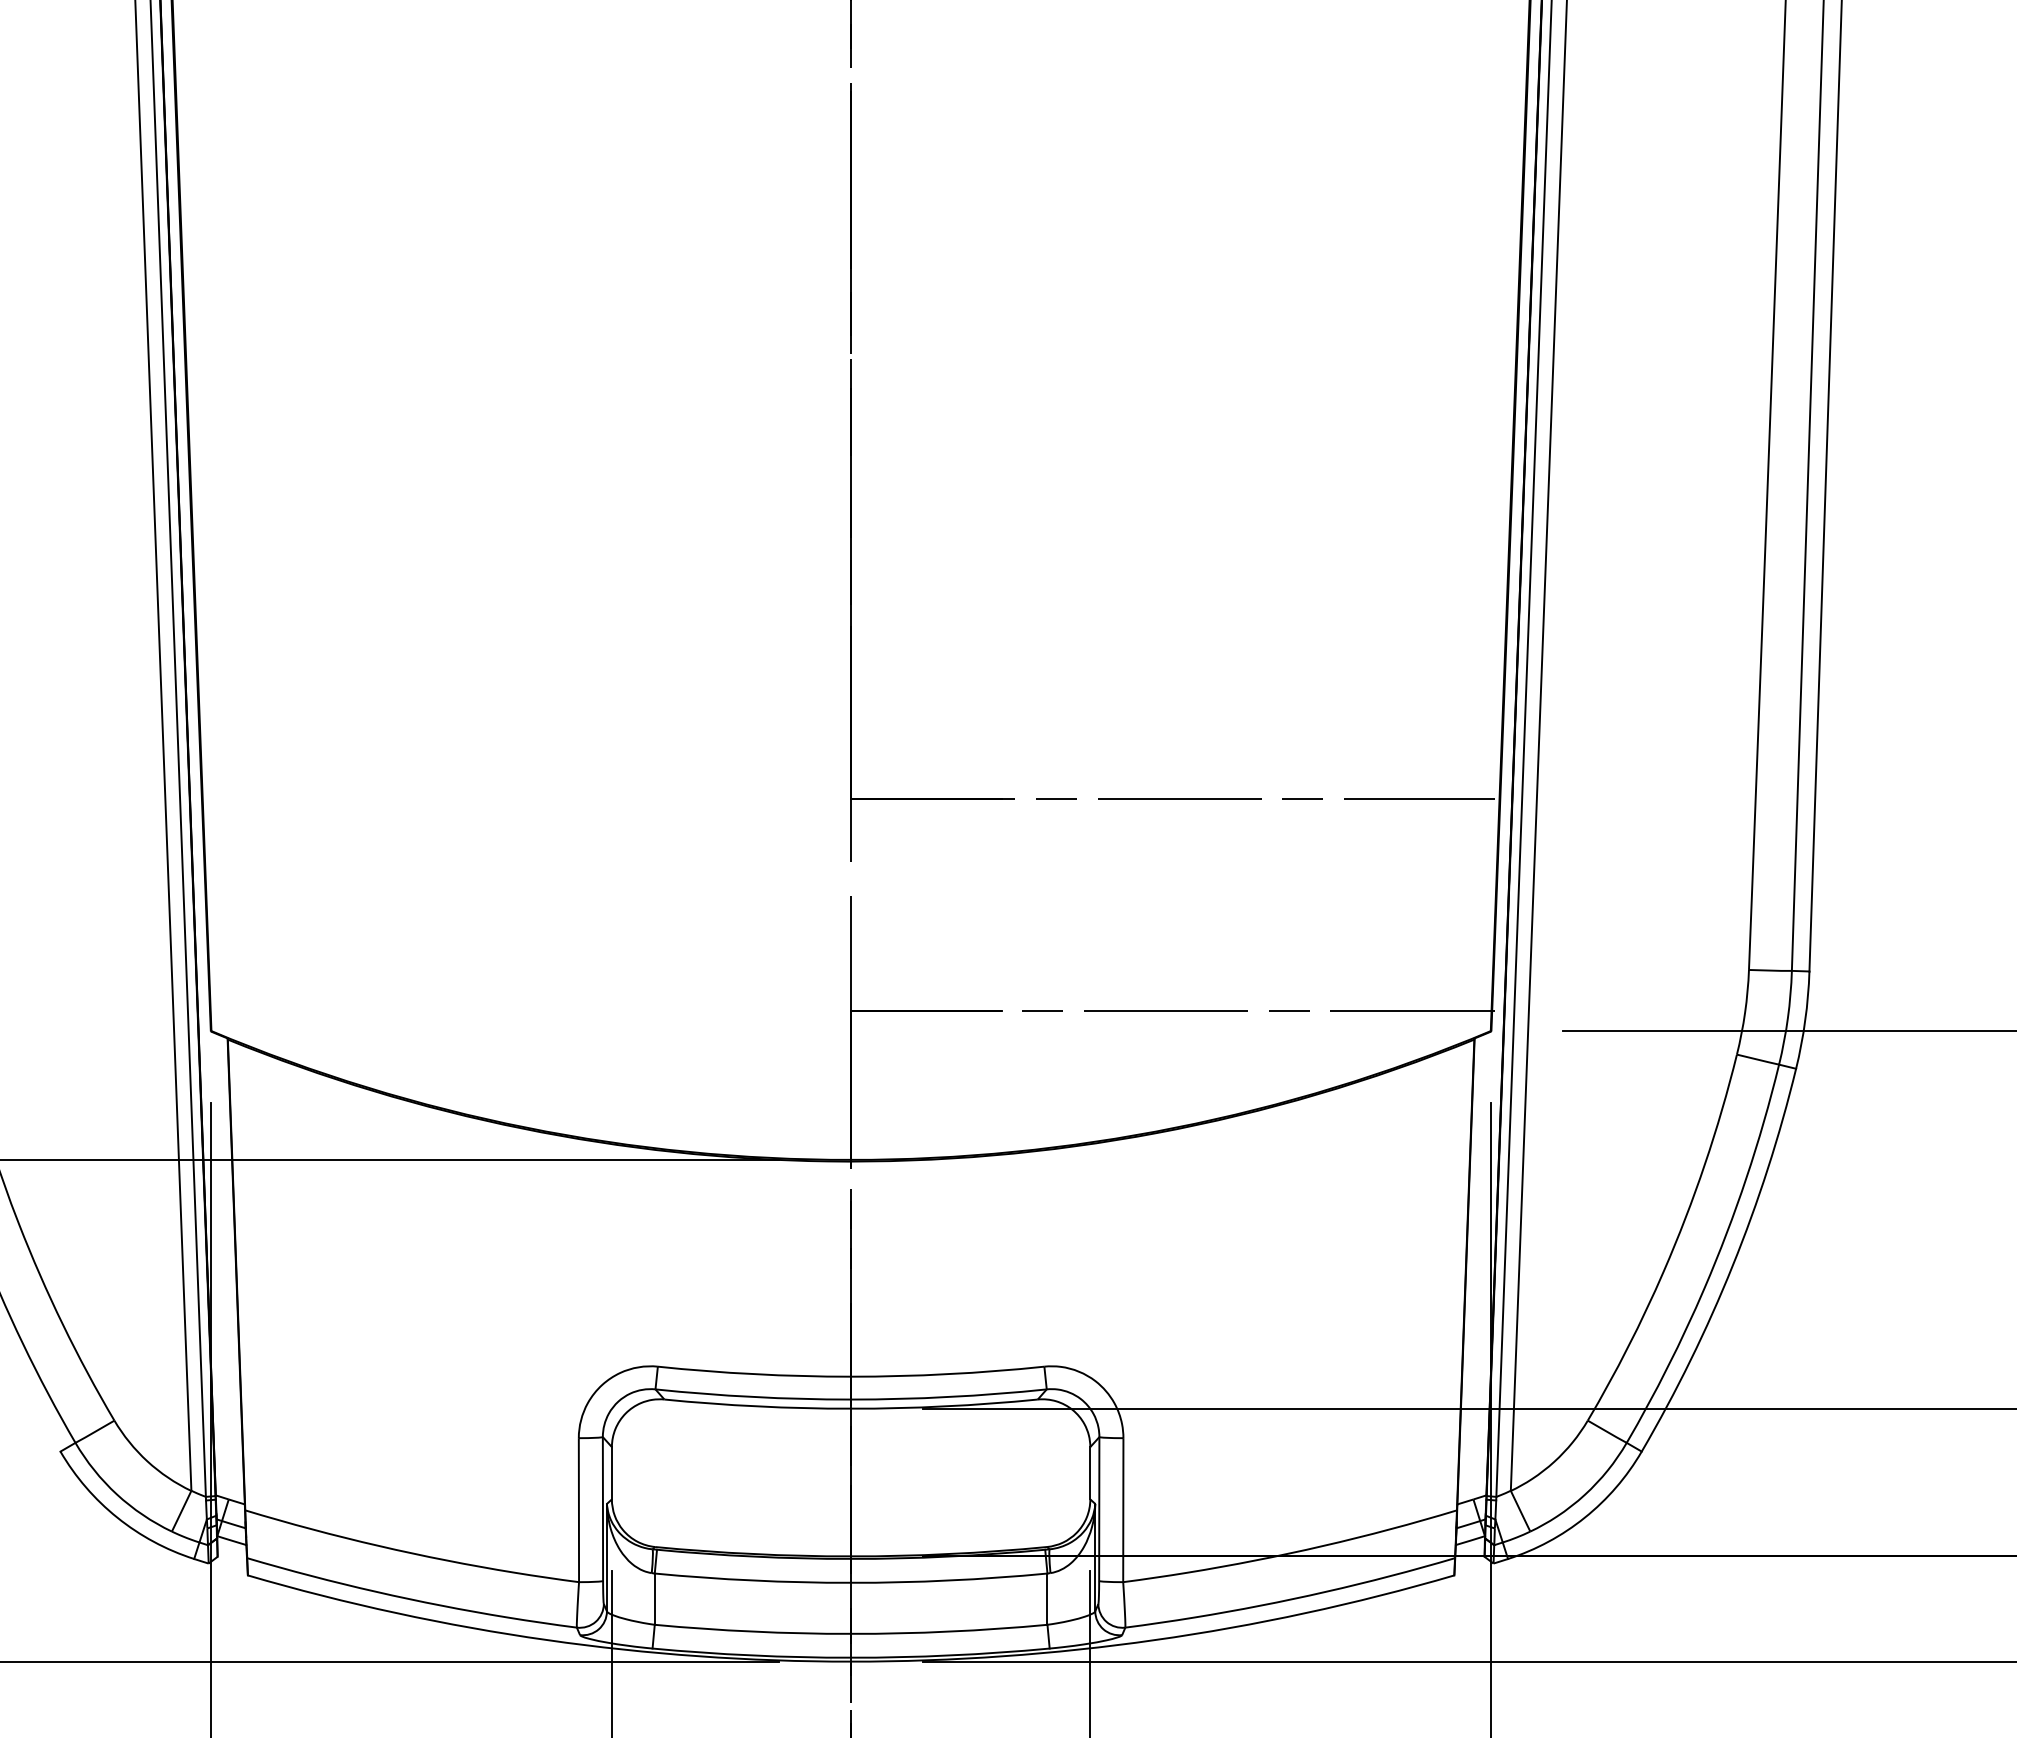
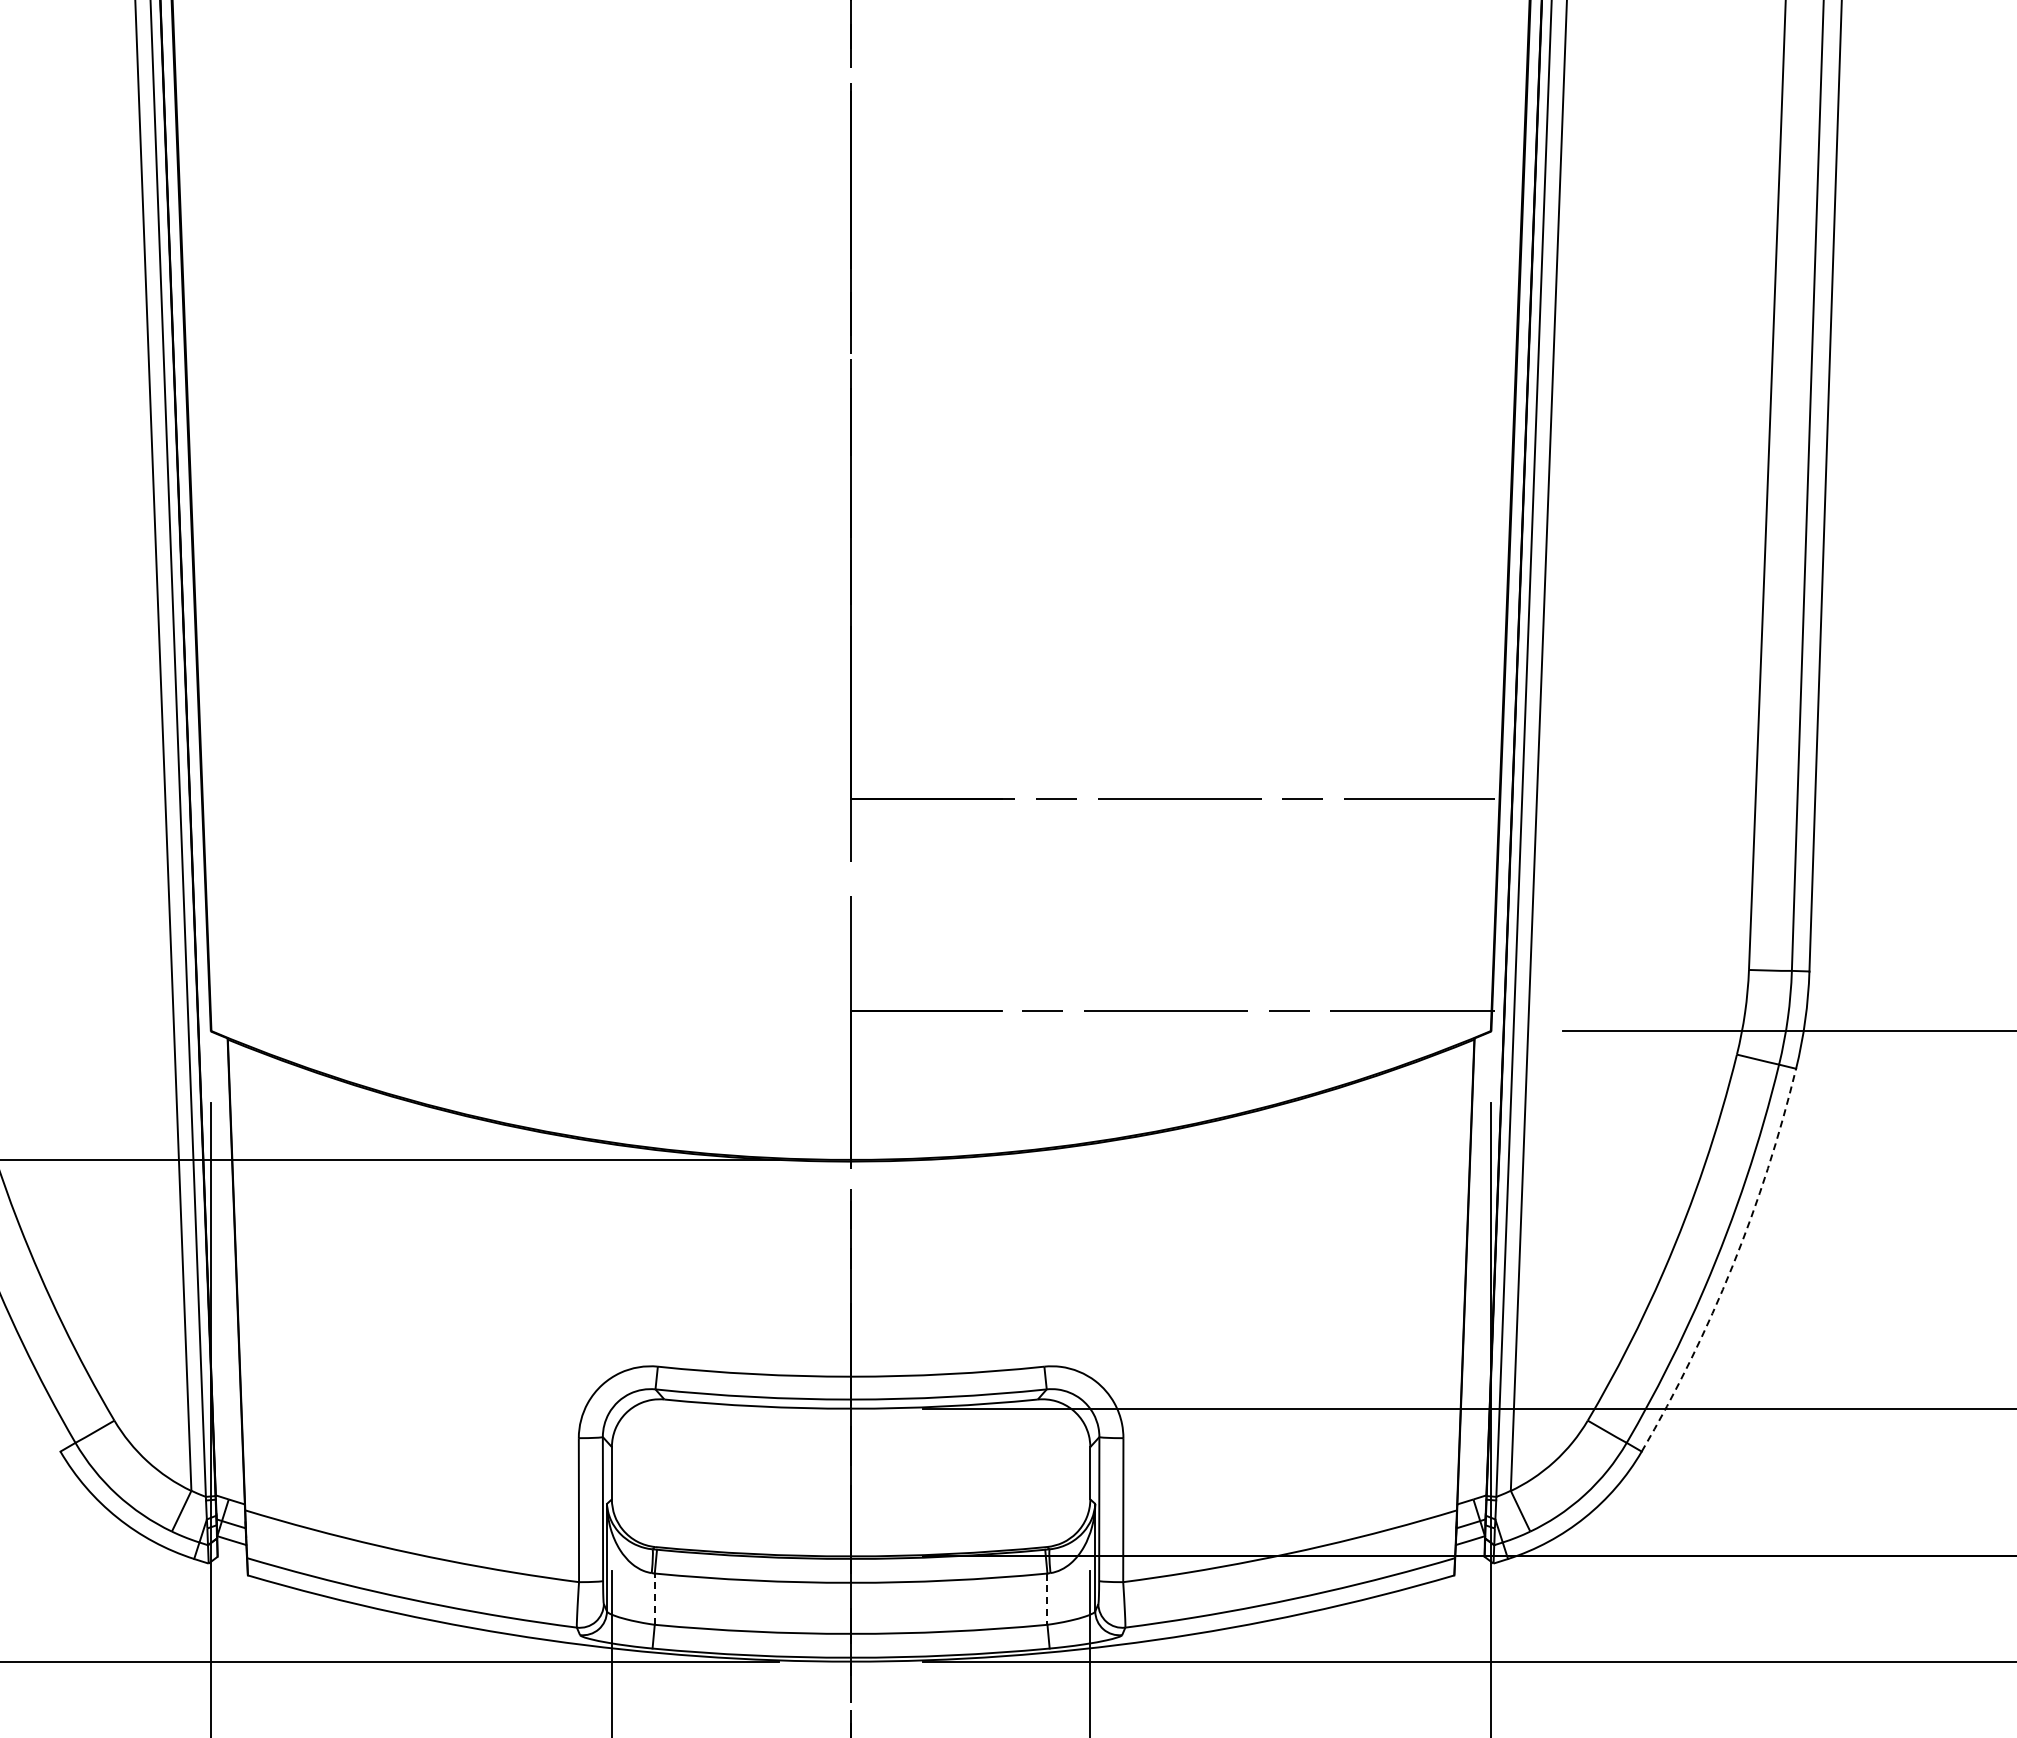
arc at (1732, 1265): solid -> dashed
line at (654, 1599): solid -> dashed
line at (1047, 1599): solid -> dashed
